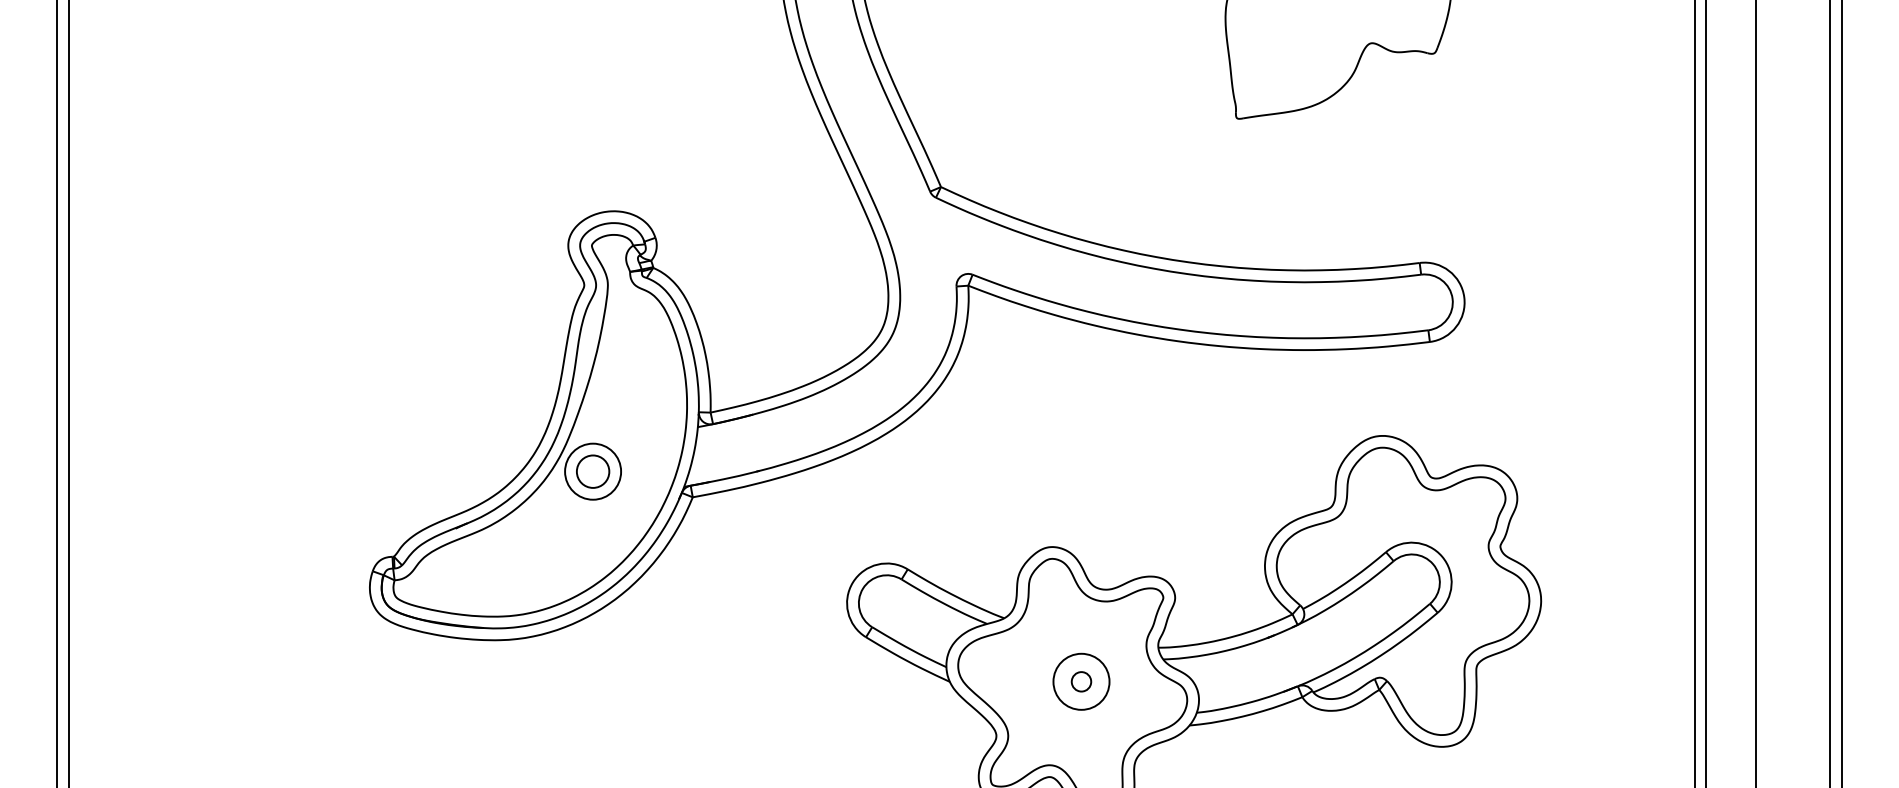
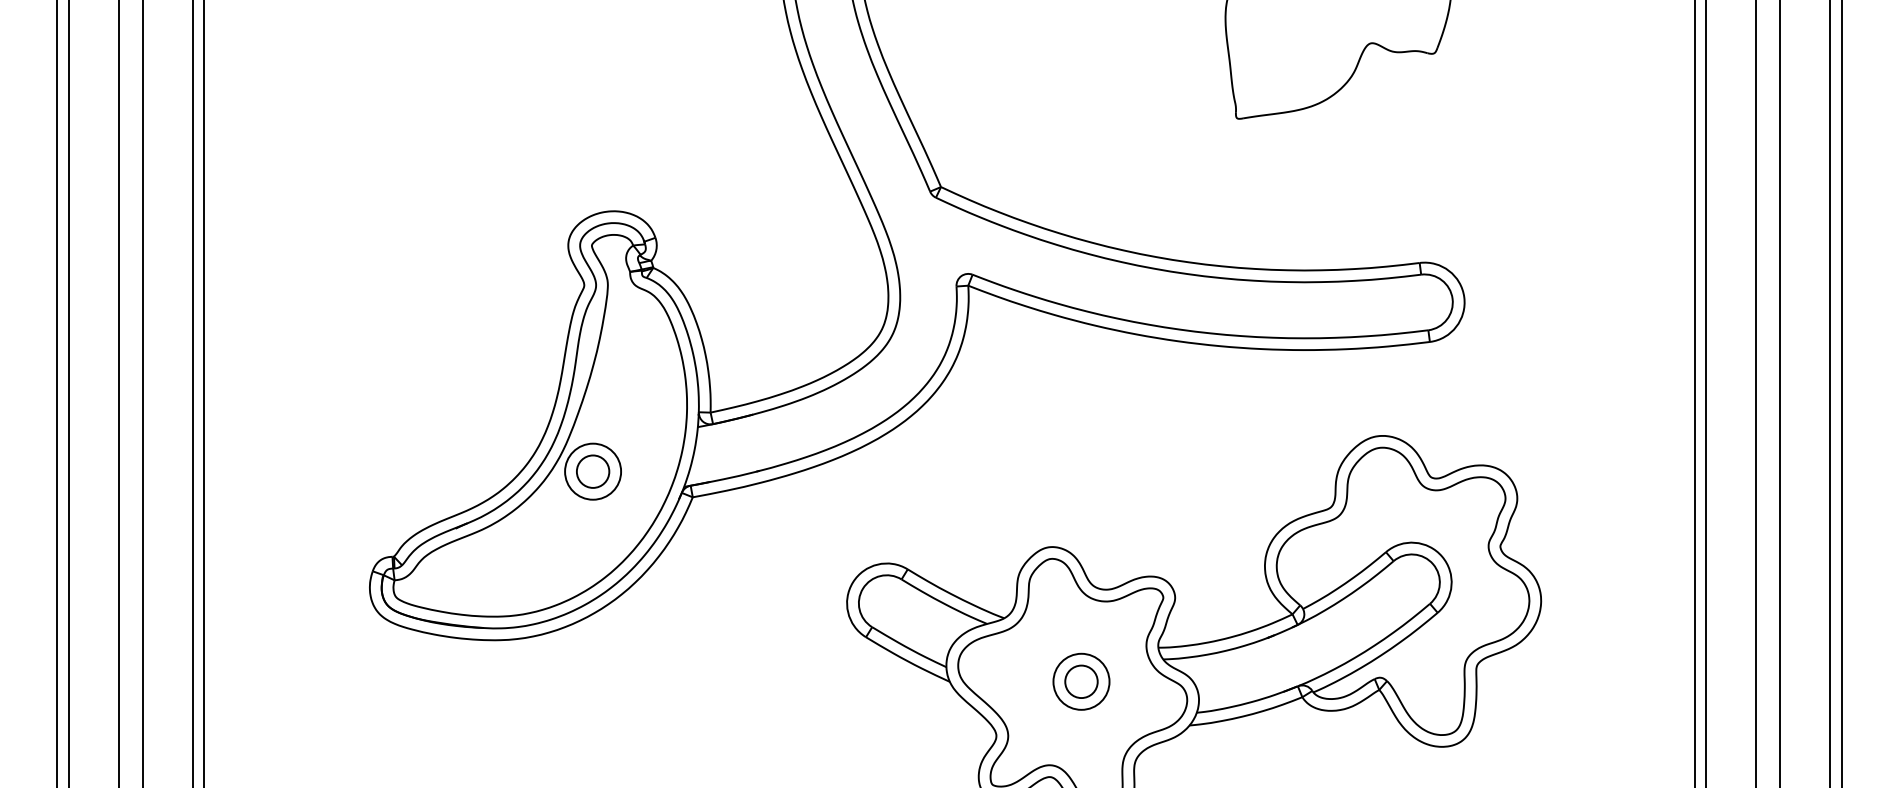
line at (118, 393): none -> present
line at (142, 393): none -> present
line at (192, 393): none -> present
line at (204, 393): none -> present
line at (1780, 393): none -> present
circle at (1081, 681) diameter: 19 px -> 32 px
